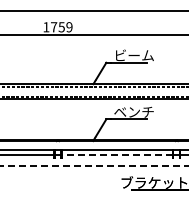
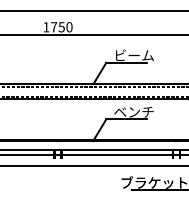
text at (69, 27): 1759 -> 1750
line at (117, 155): dashed -> solid
line at (93, 165): dashed -> solid
